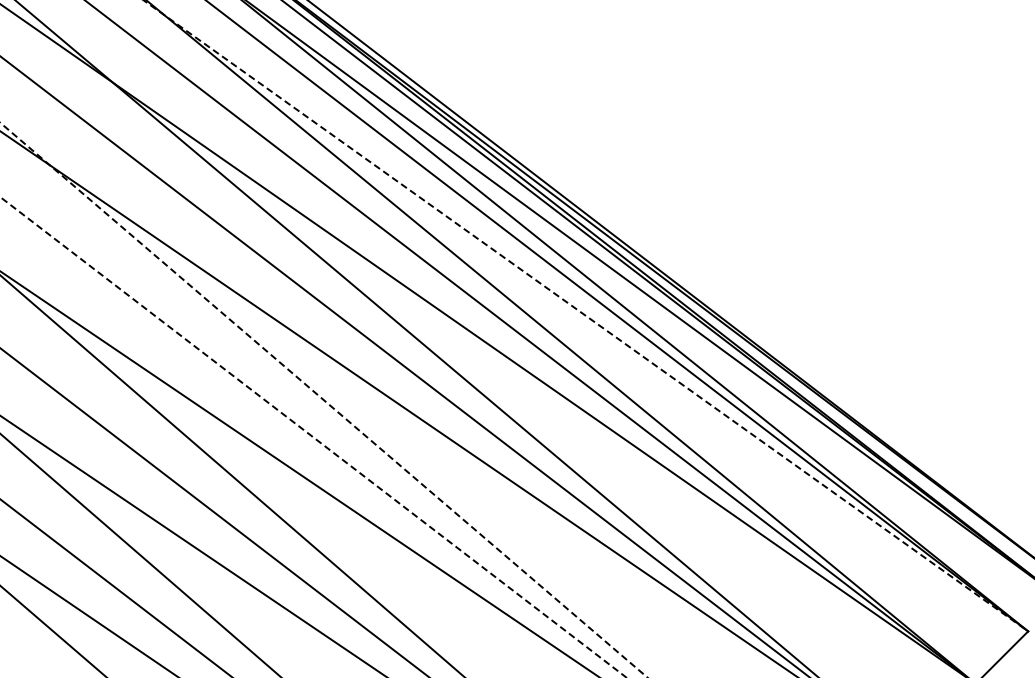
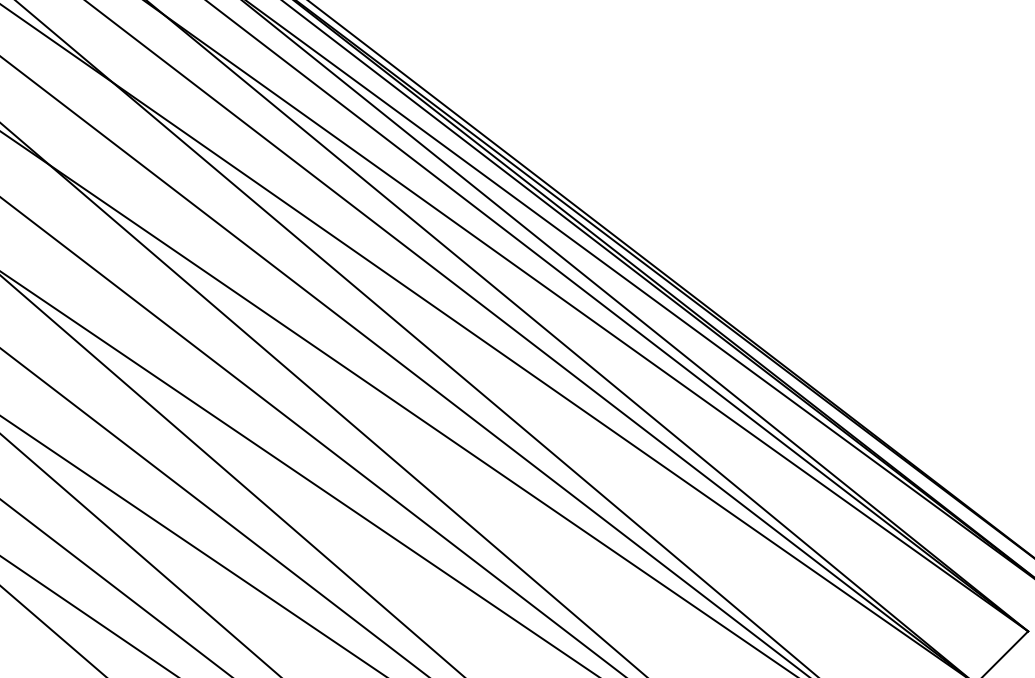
line at (586, 316): dashed -> solid
line at (324, 400): dashed -> solid
line at (313, 437): dashed -> solid
